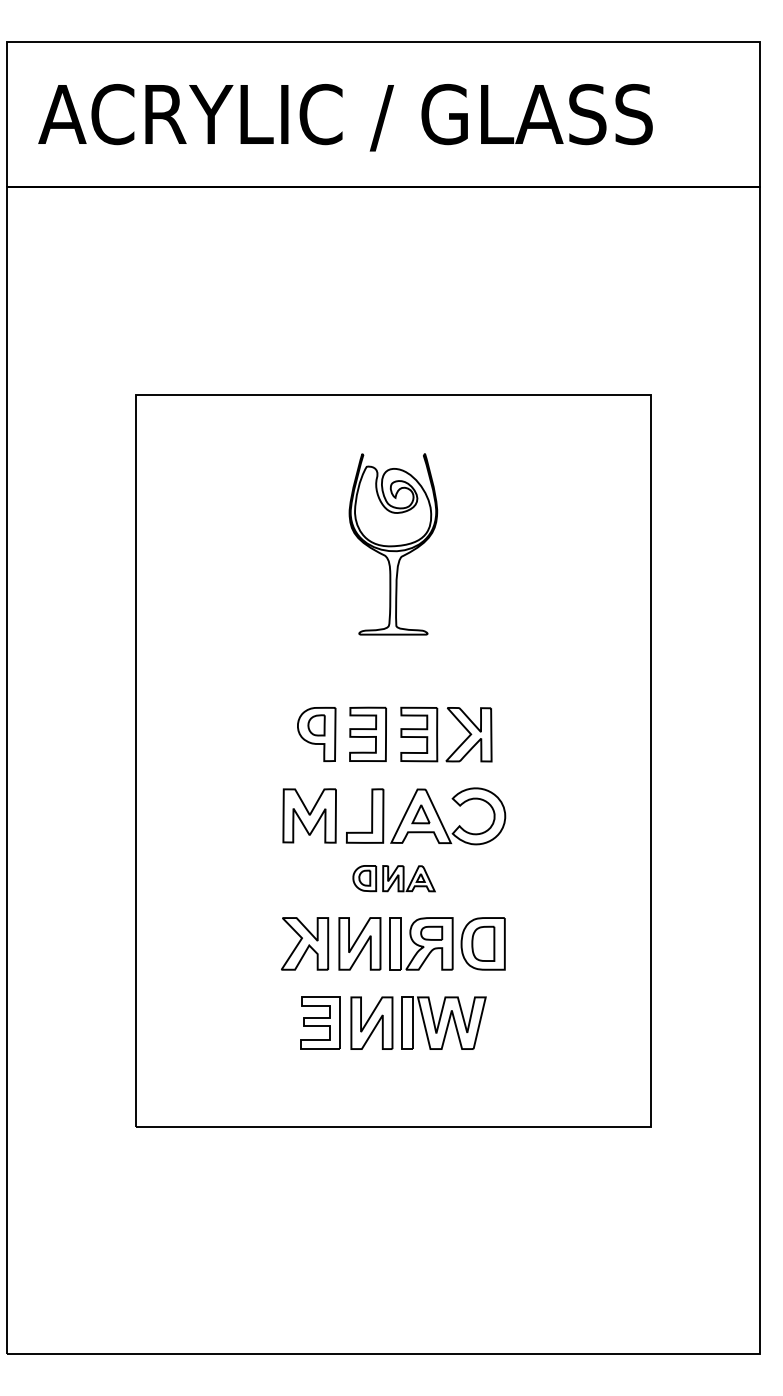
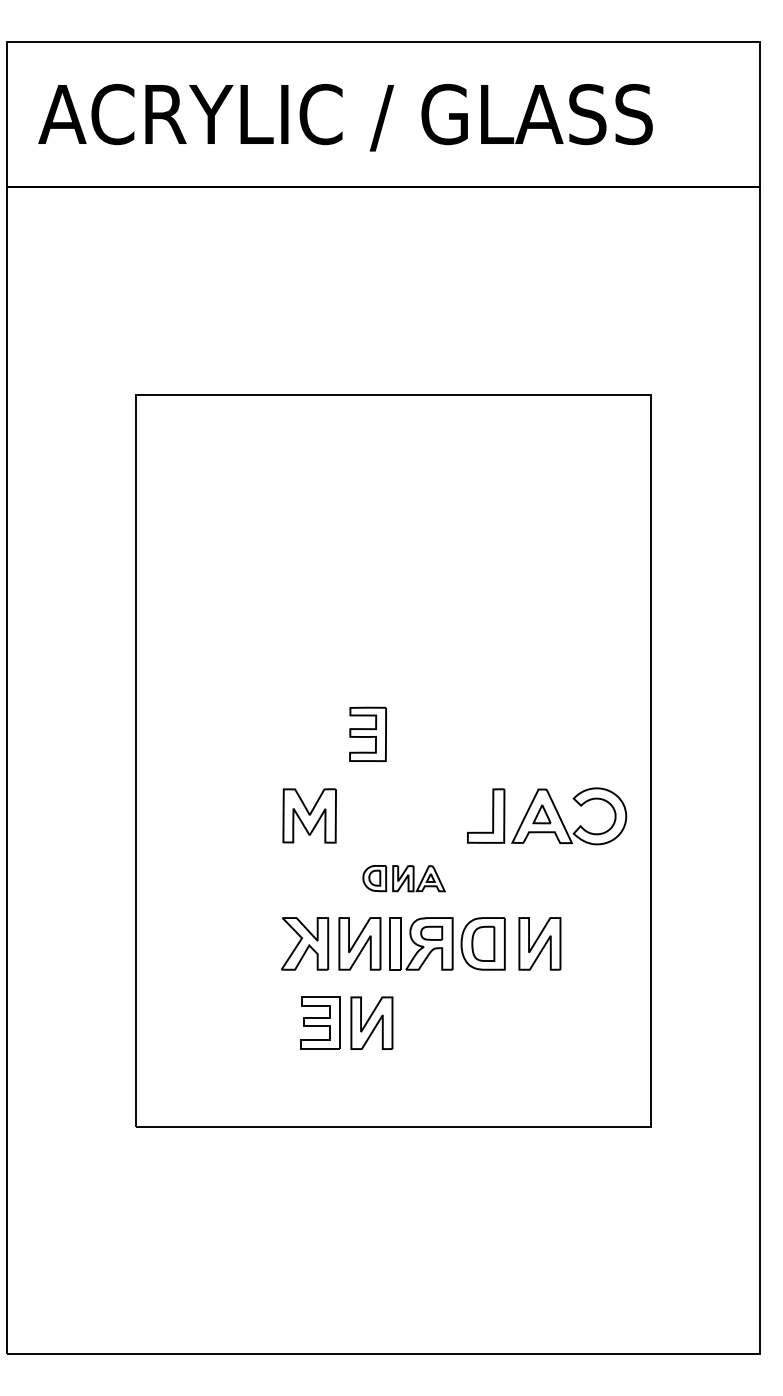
part at (393, 544): present -> none
part at (316, 733): present -> none
part at (438, 737): present -> none
part at (426, 816) position: (426, 816) -> (547, 816)
part at (393, 878) position: (393, 878) -> (403, 878)
part at (539, 943): none -> present
part at (443, 1022): present -> none
